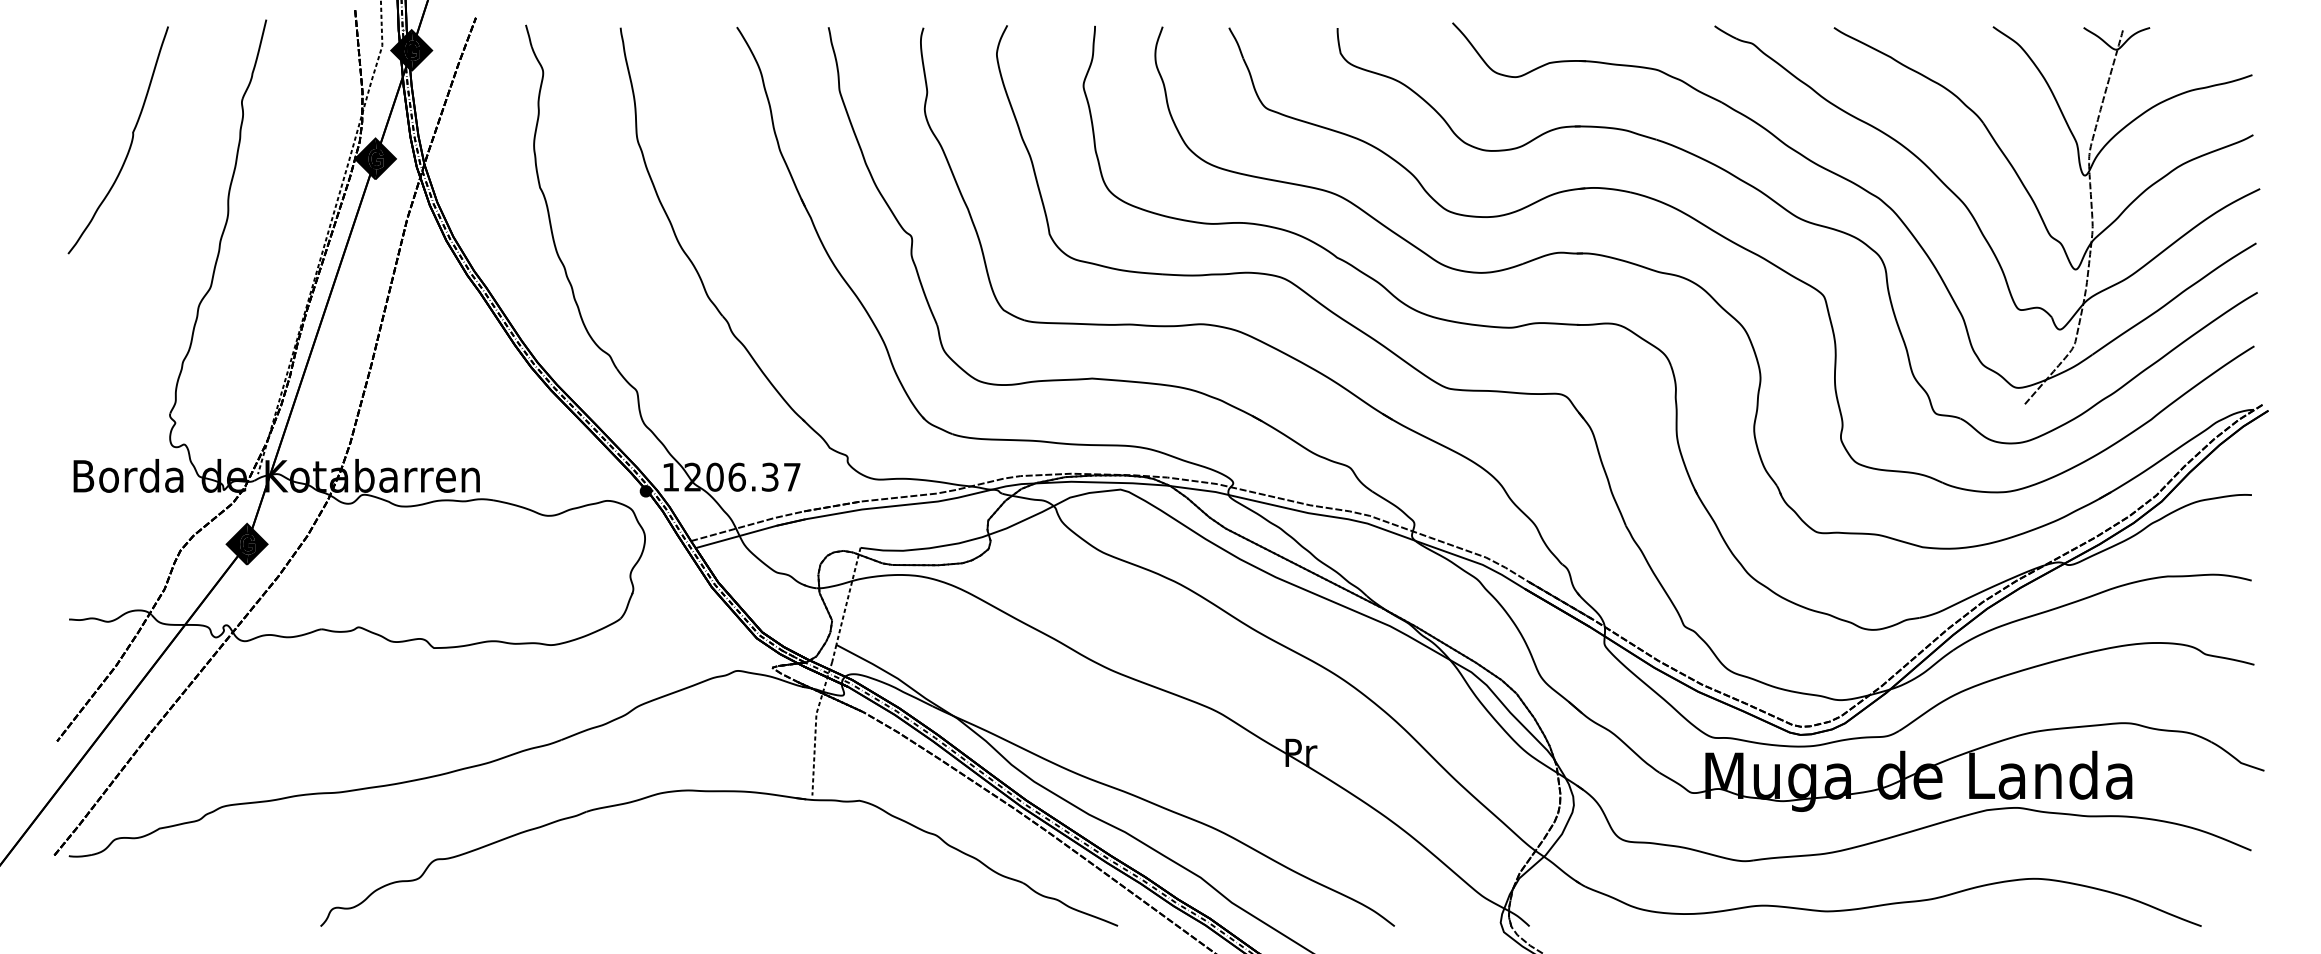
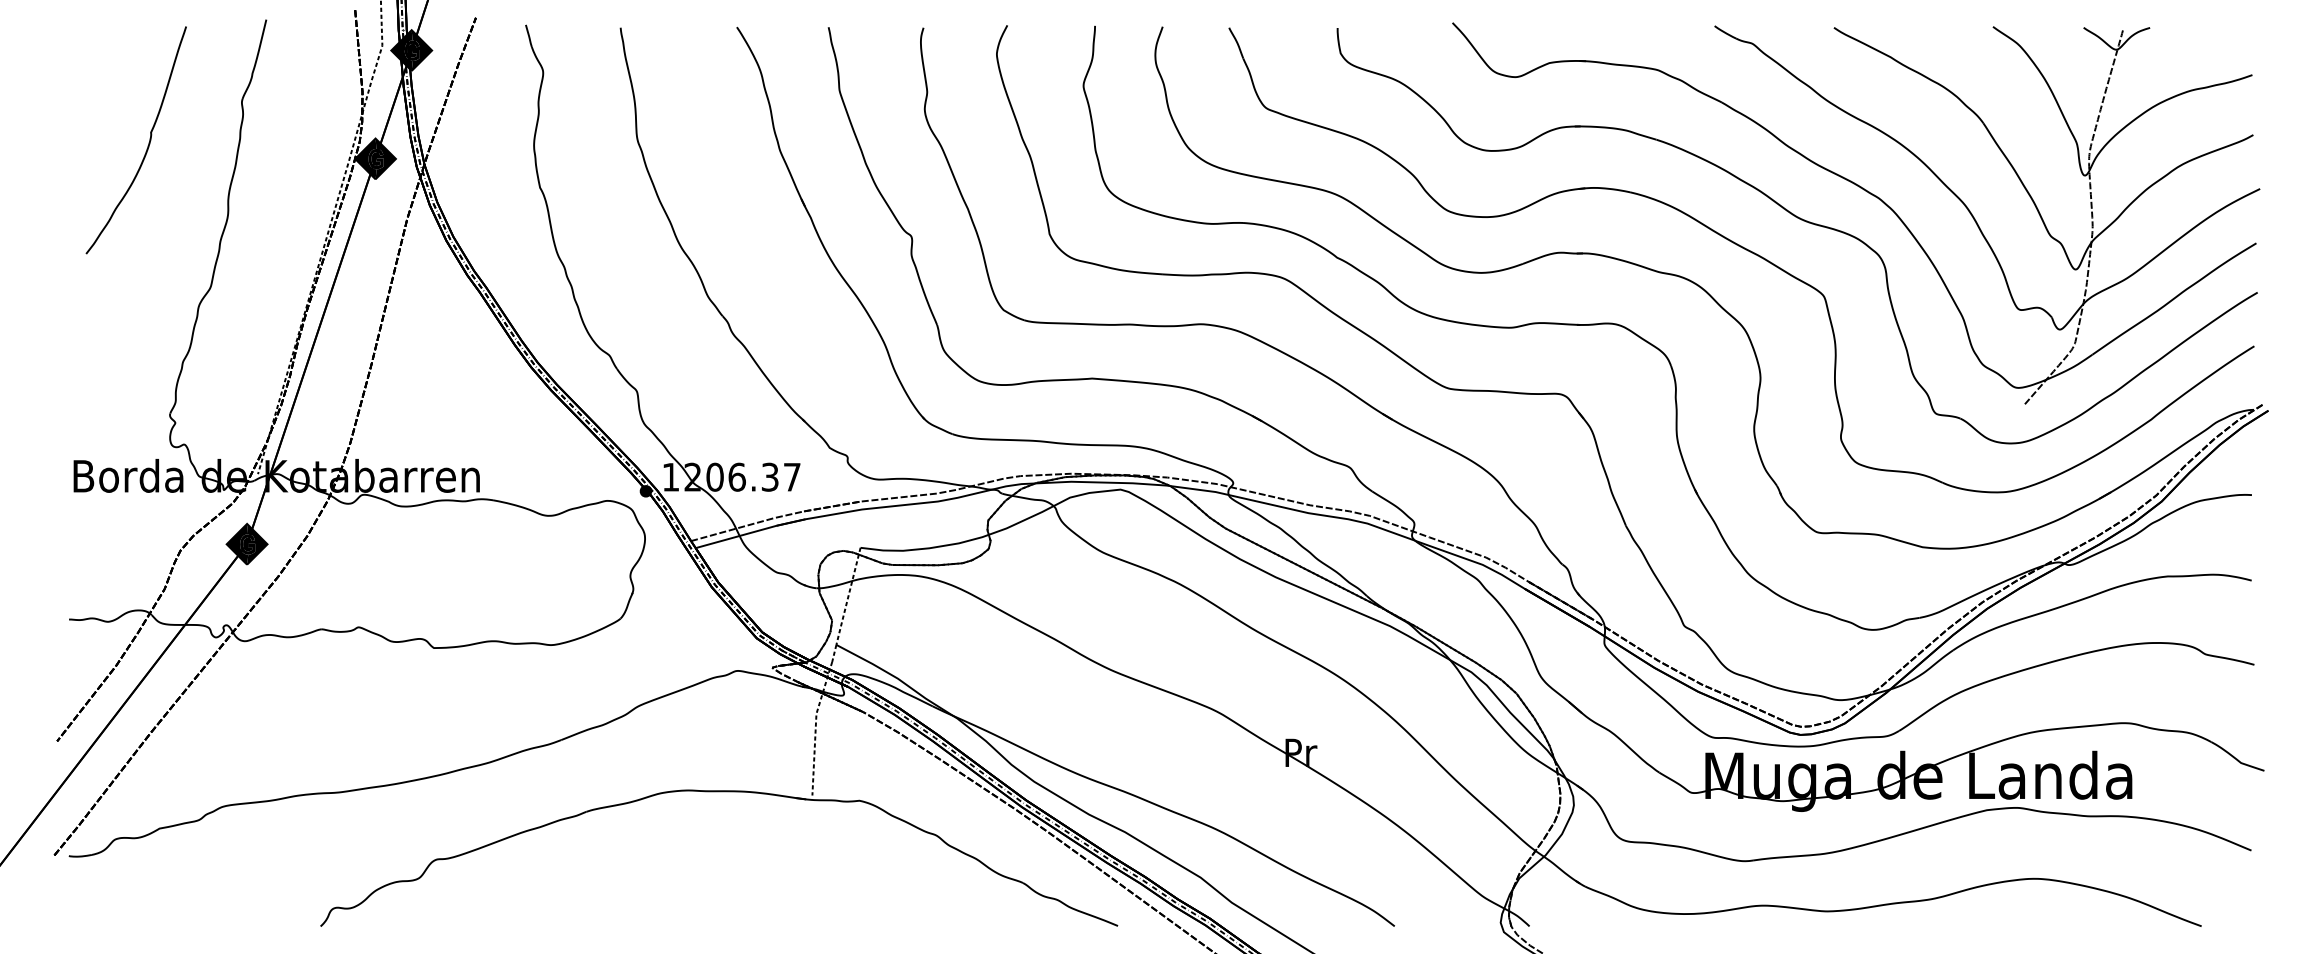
curve at (129, 145) position: (129, 145) -> (147, 145)
